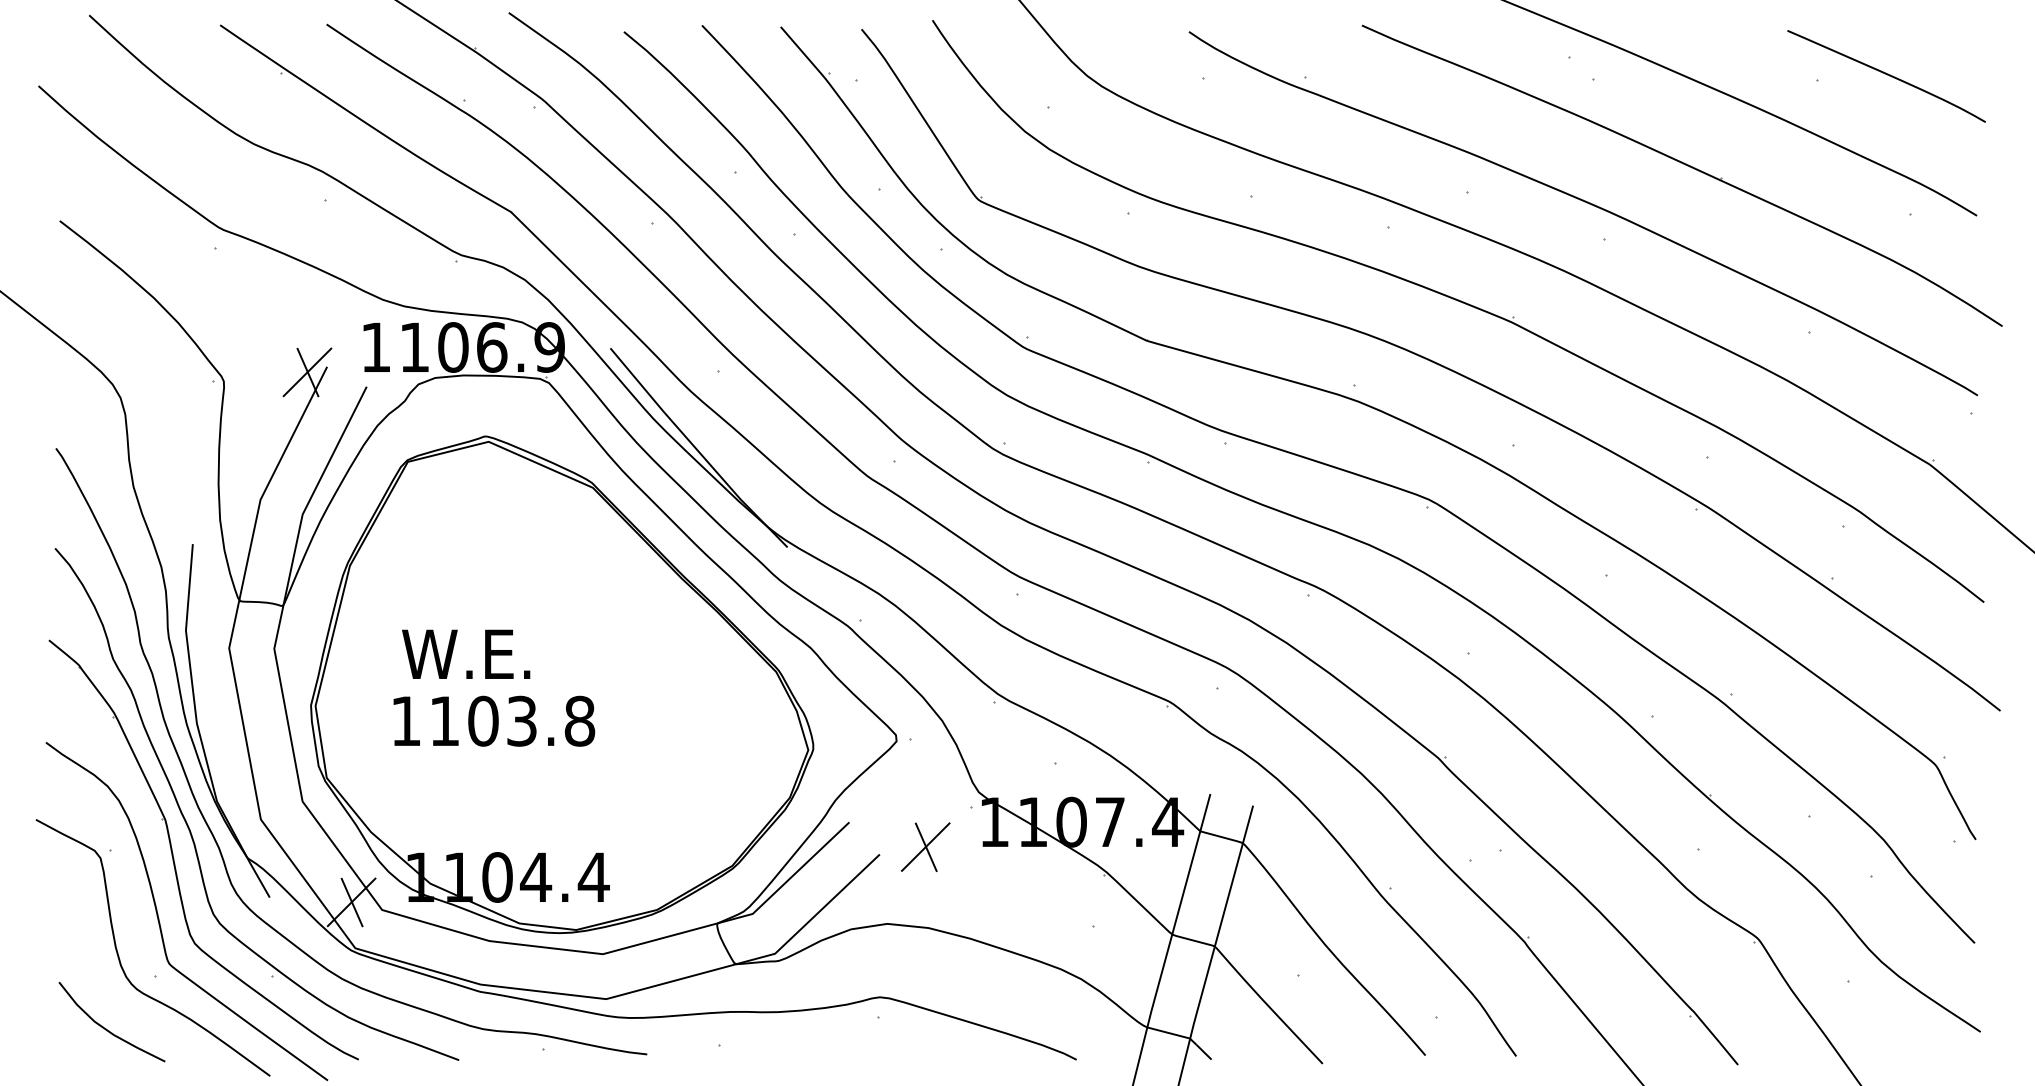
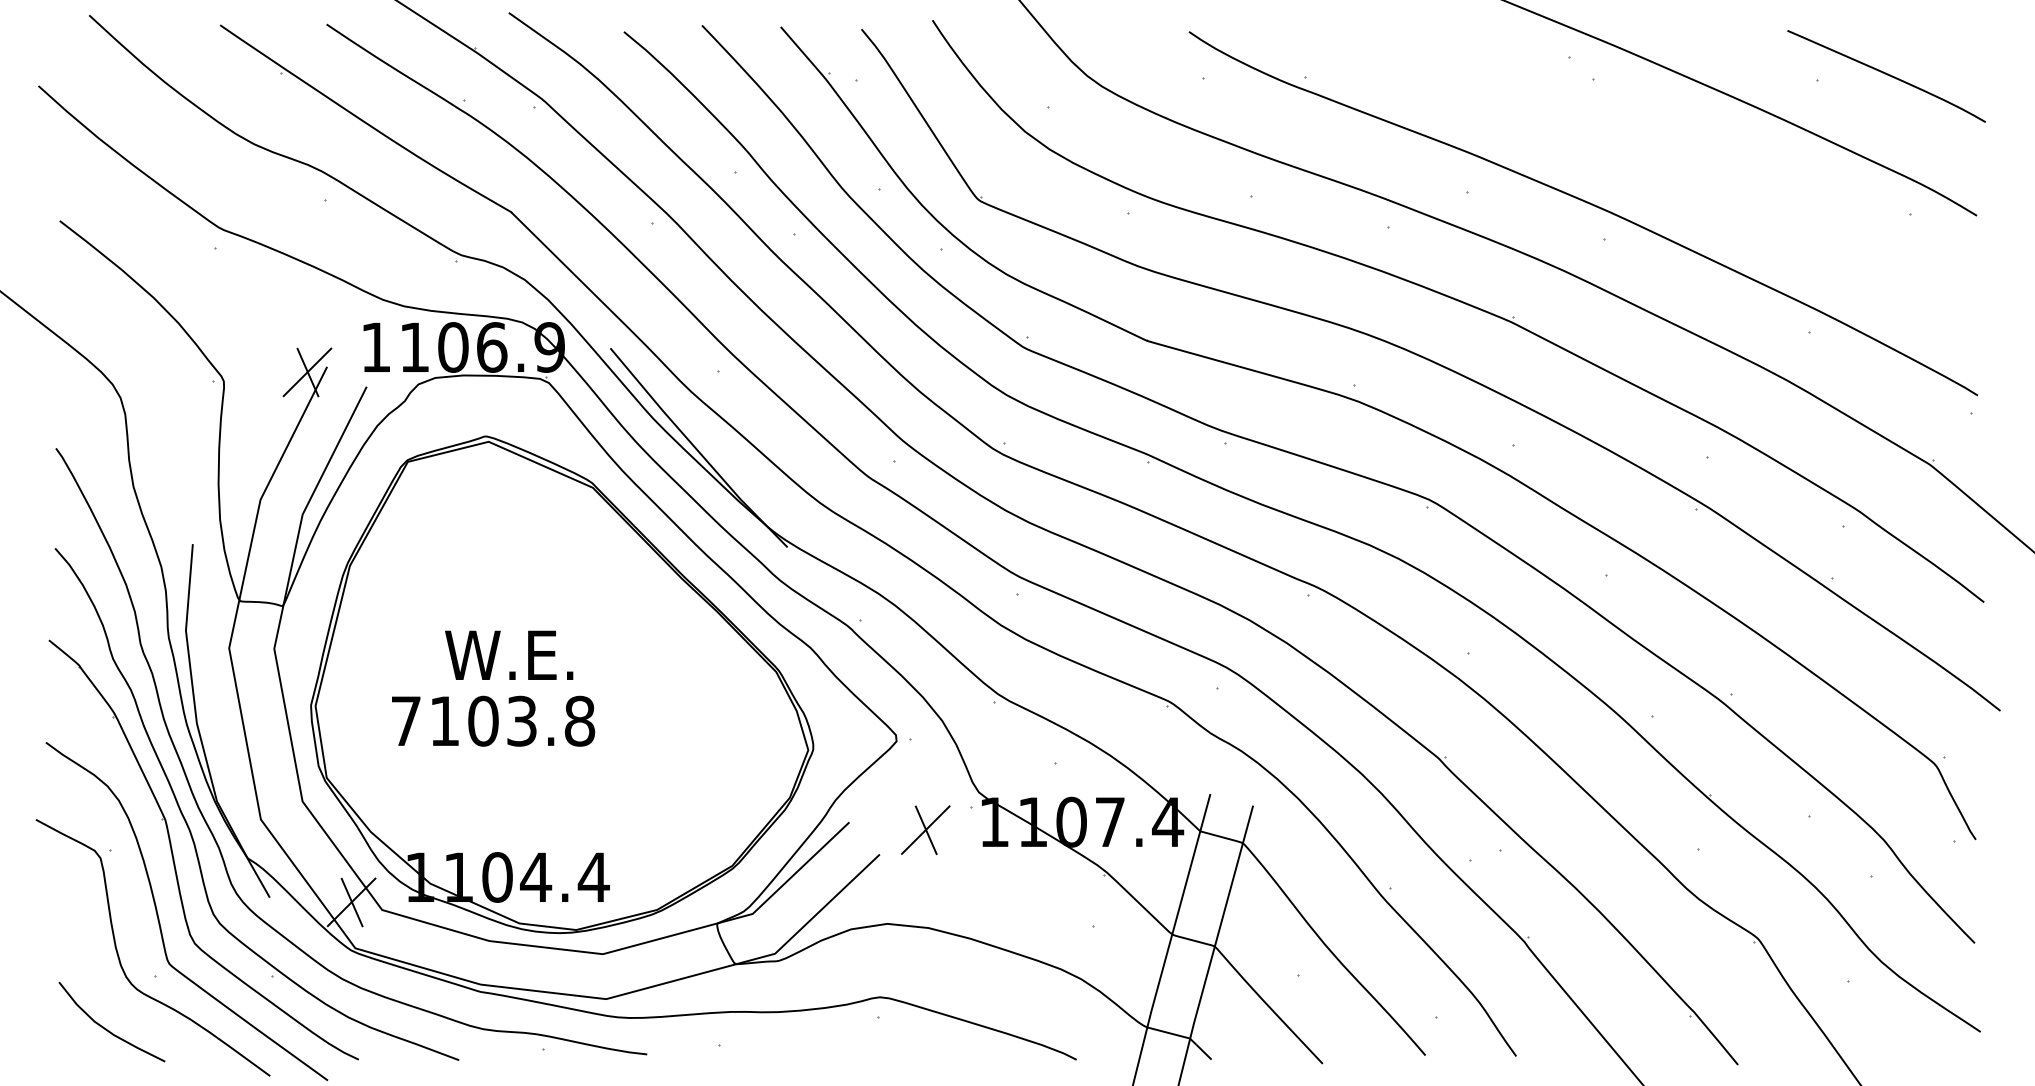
part at (1685, 165): present -> none
text at (466, 653) position: (466, 653) -> (509, 654)
text at (406, 720): 1103.8 -> 7103.8
part at (925, 846) position: (925, 846) -> (925, 829)
